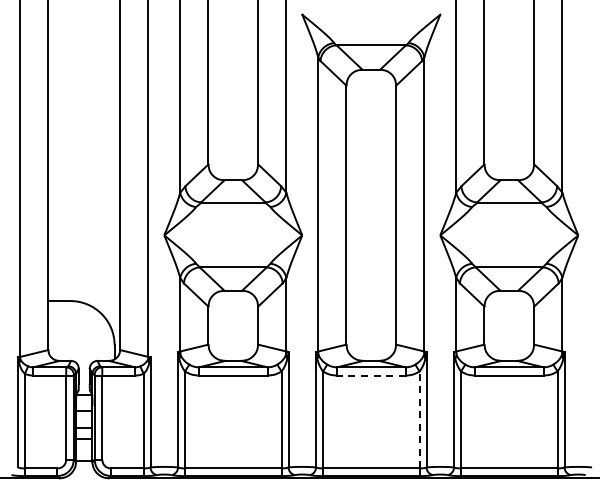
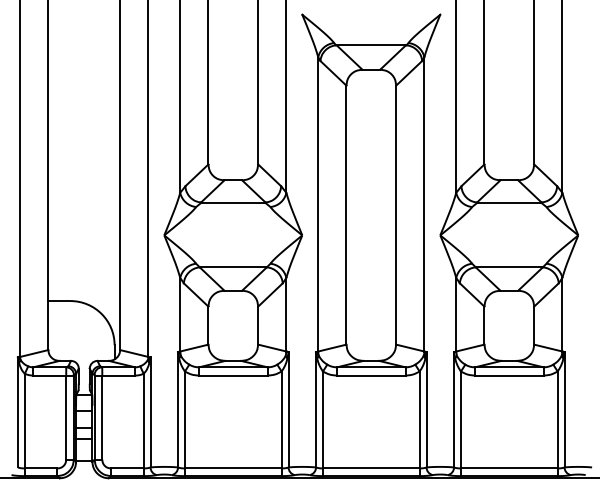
line at (370, 375): dashed -> solid
line at (419, 419): dashed -> solid
